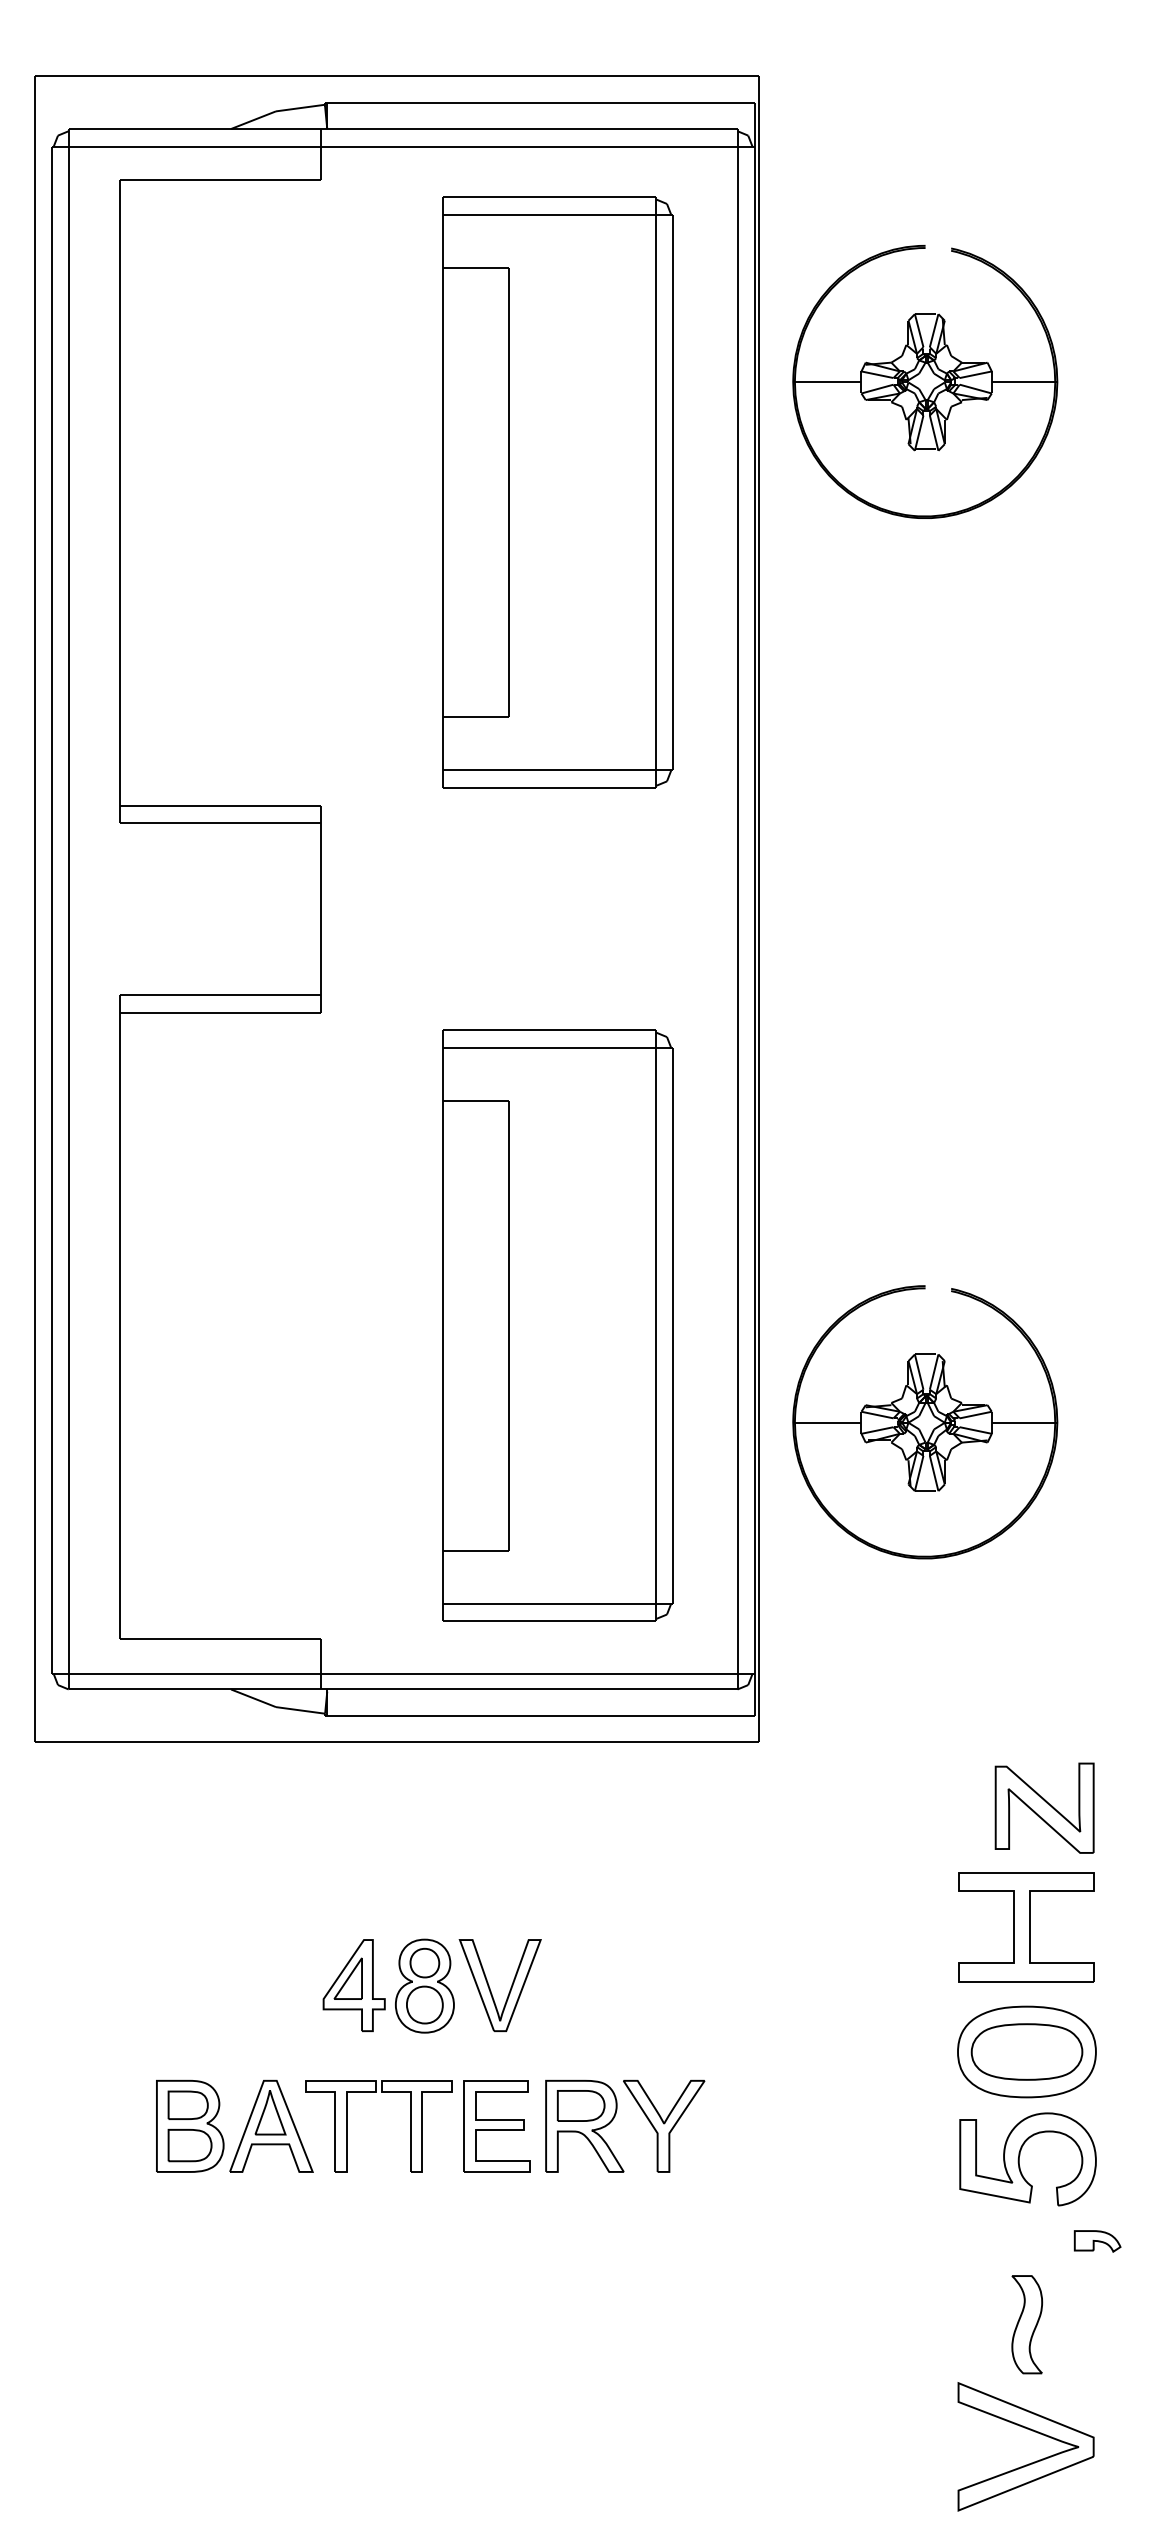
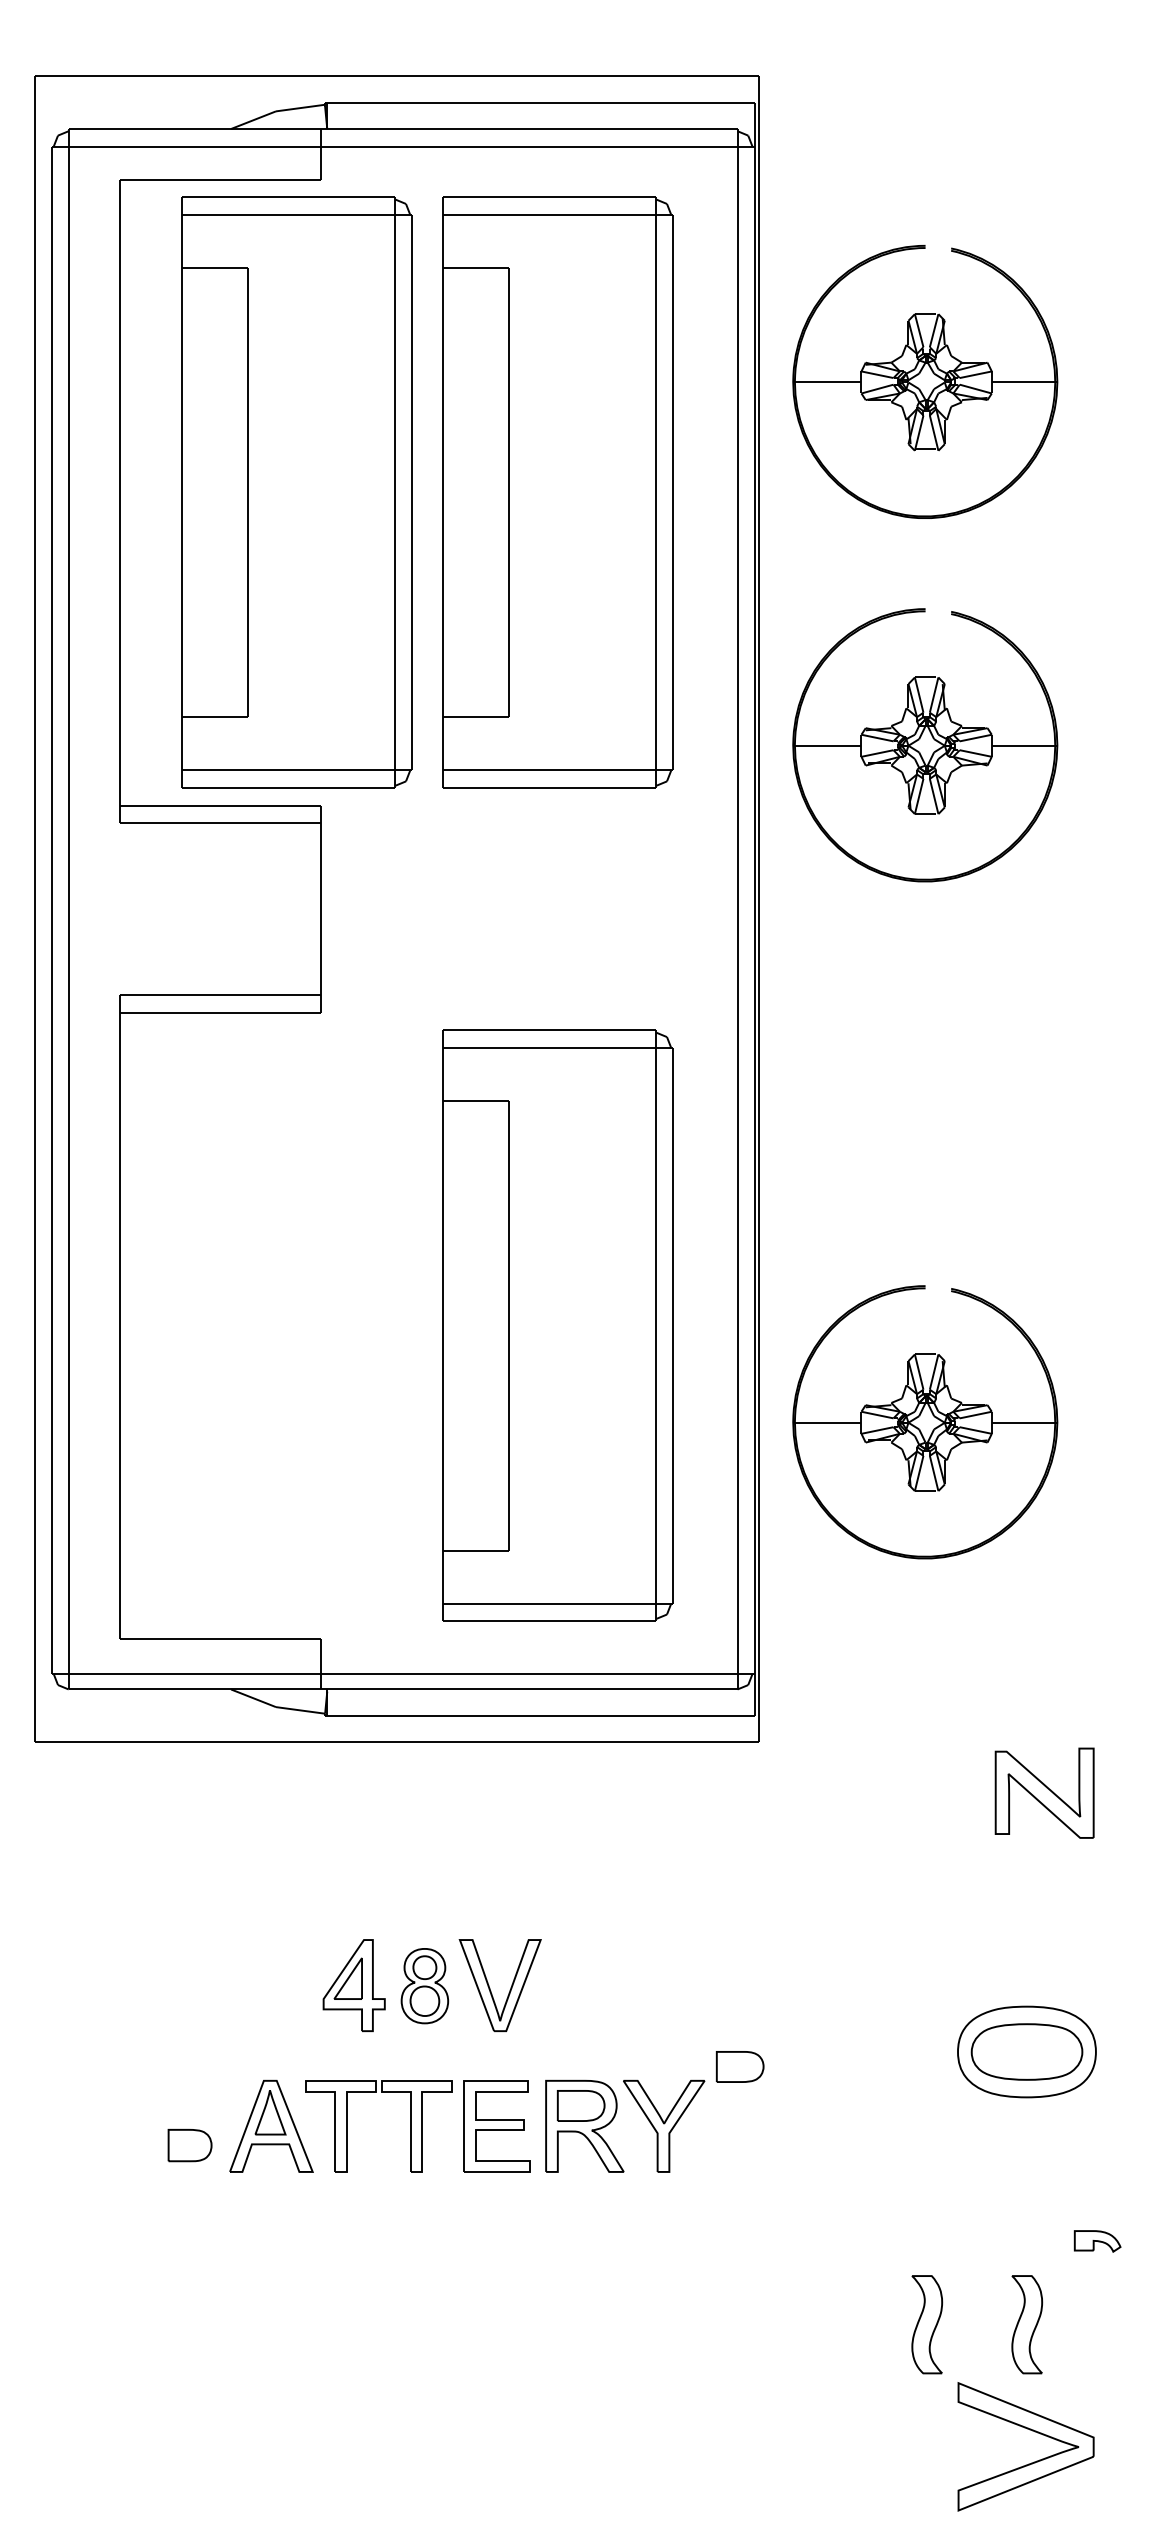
part at (296, 492): none -> present
part at (925, 745): none -> present
part at (1044, 1807) position: (1044, 1807) -> (1044, 1792)
part at (1026, 1927): present -> none
part at (424, 1985) size: 60x96 px -> 50x77 px
part at (739, 2066): none -> present
part at (190, 2125): present -> none
part at (1019, 2159): present -> none
part at (927, 2324): none -> present
